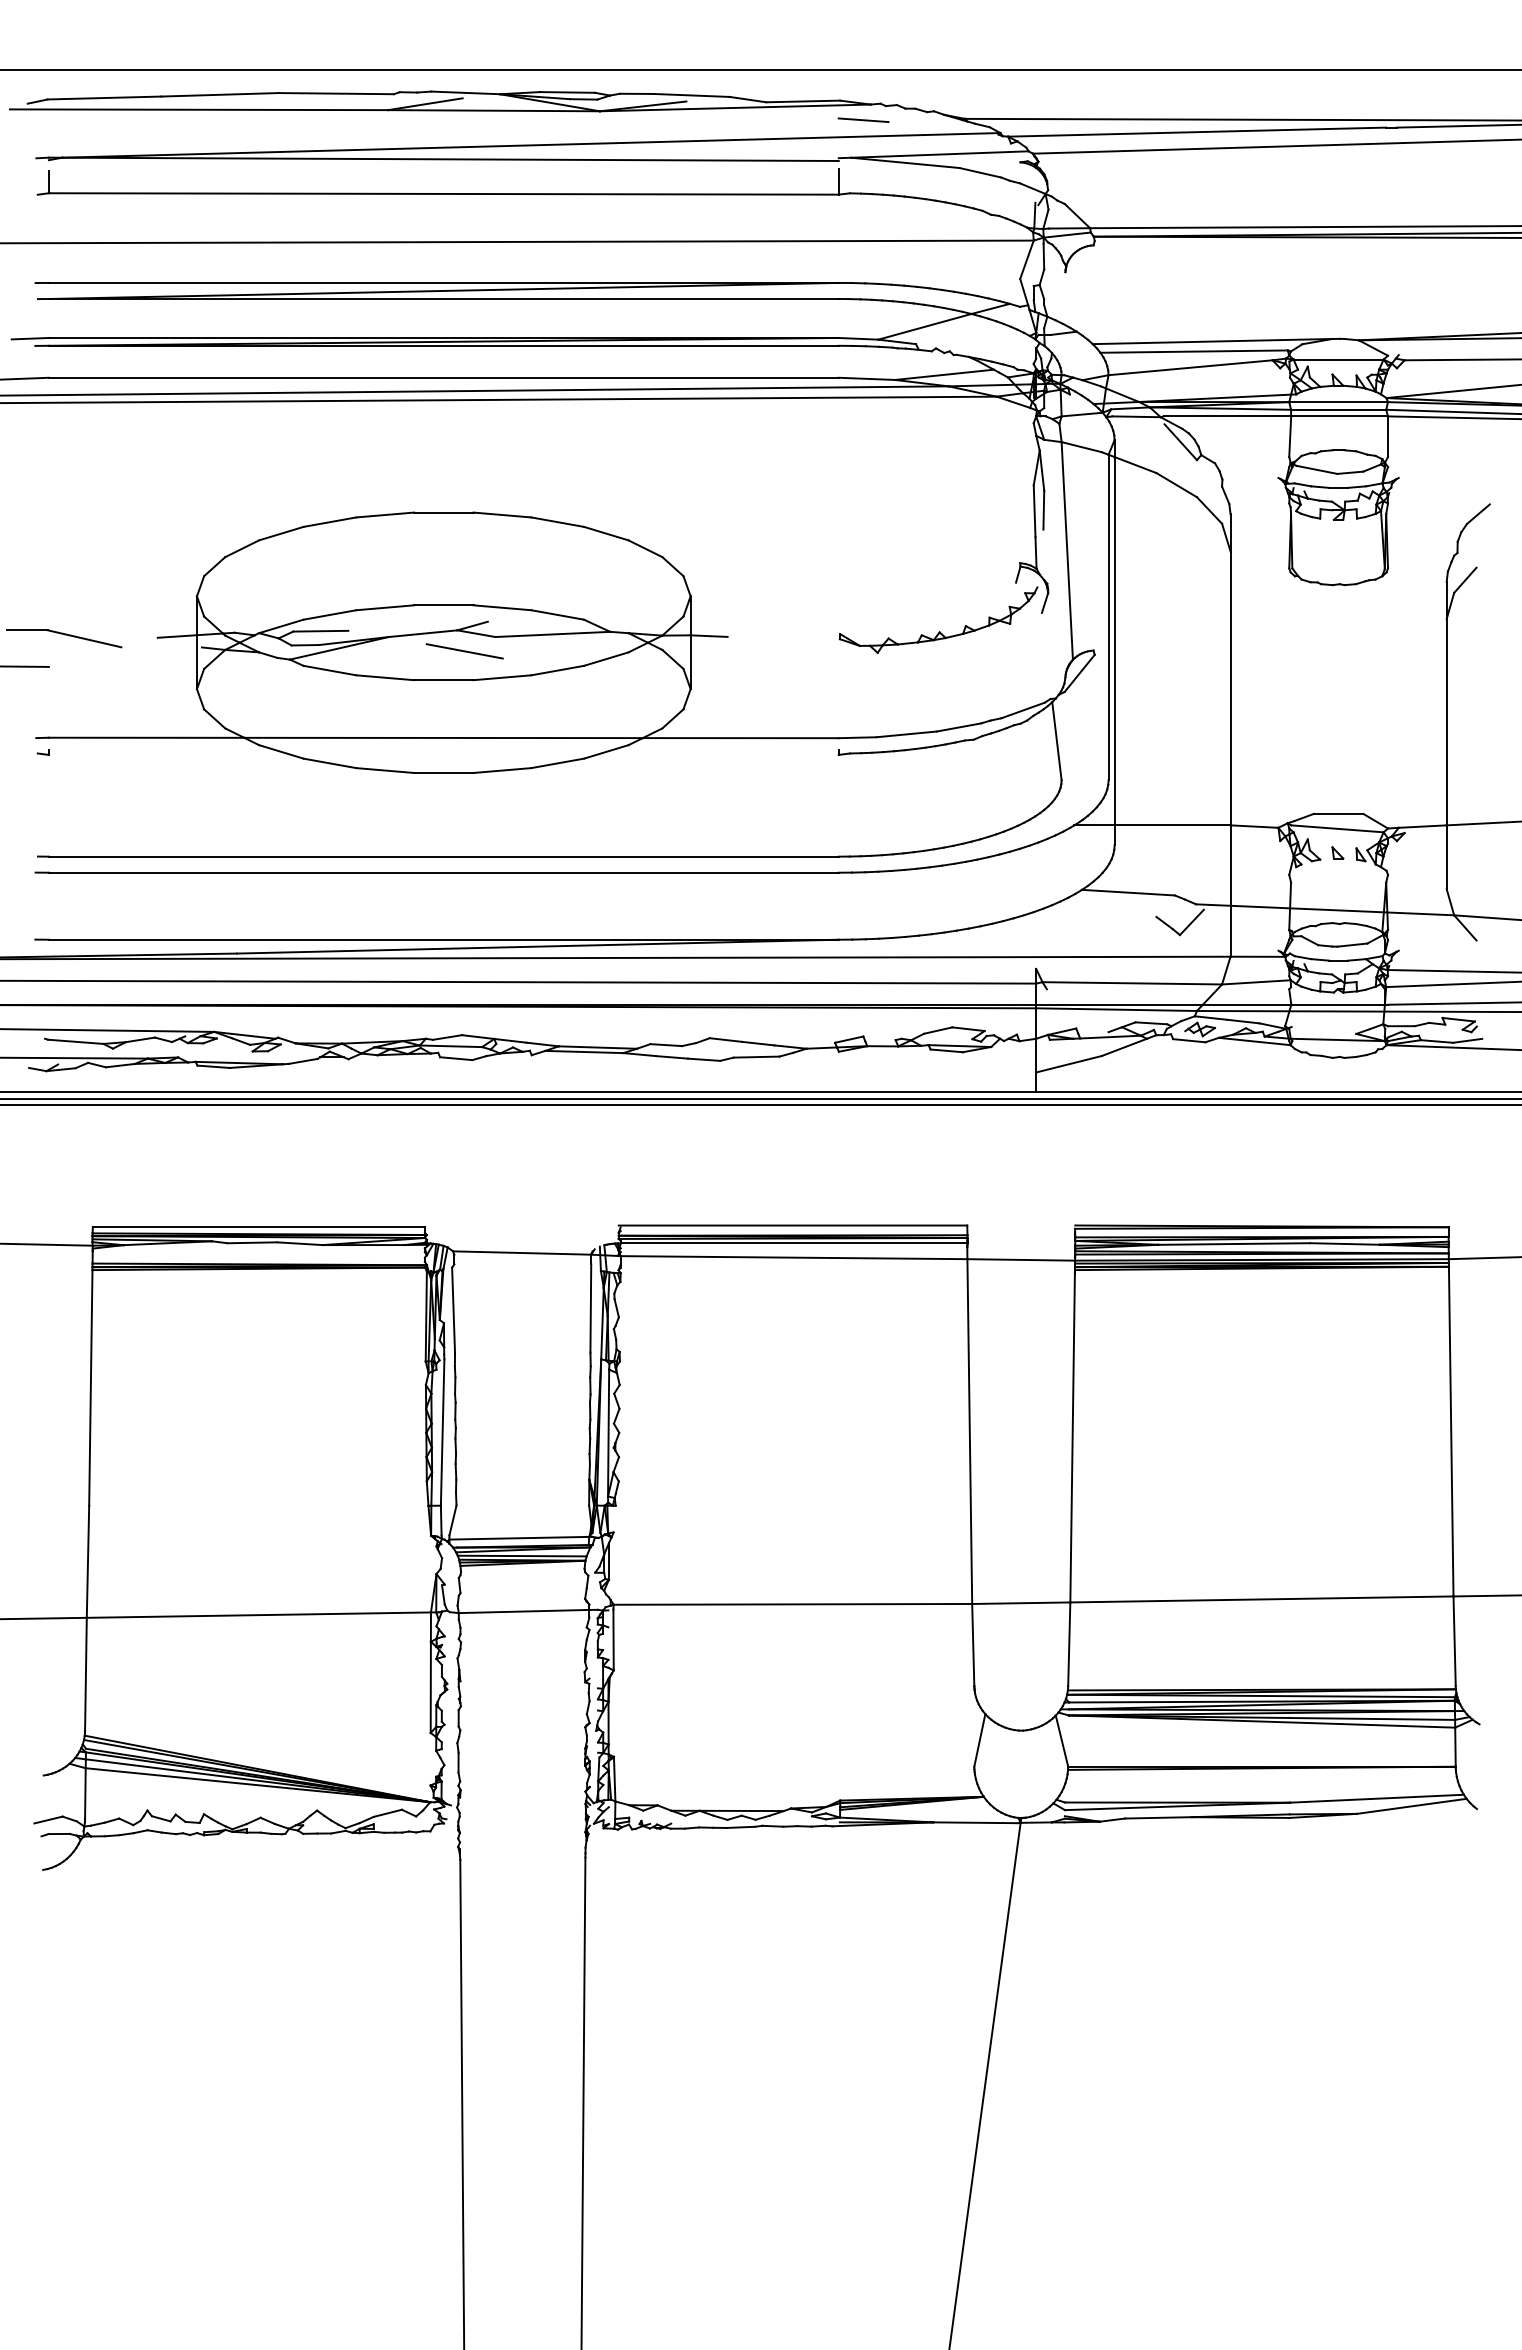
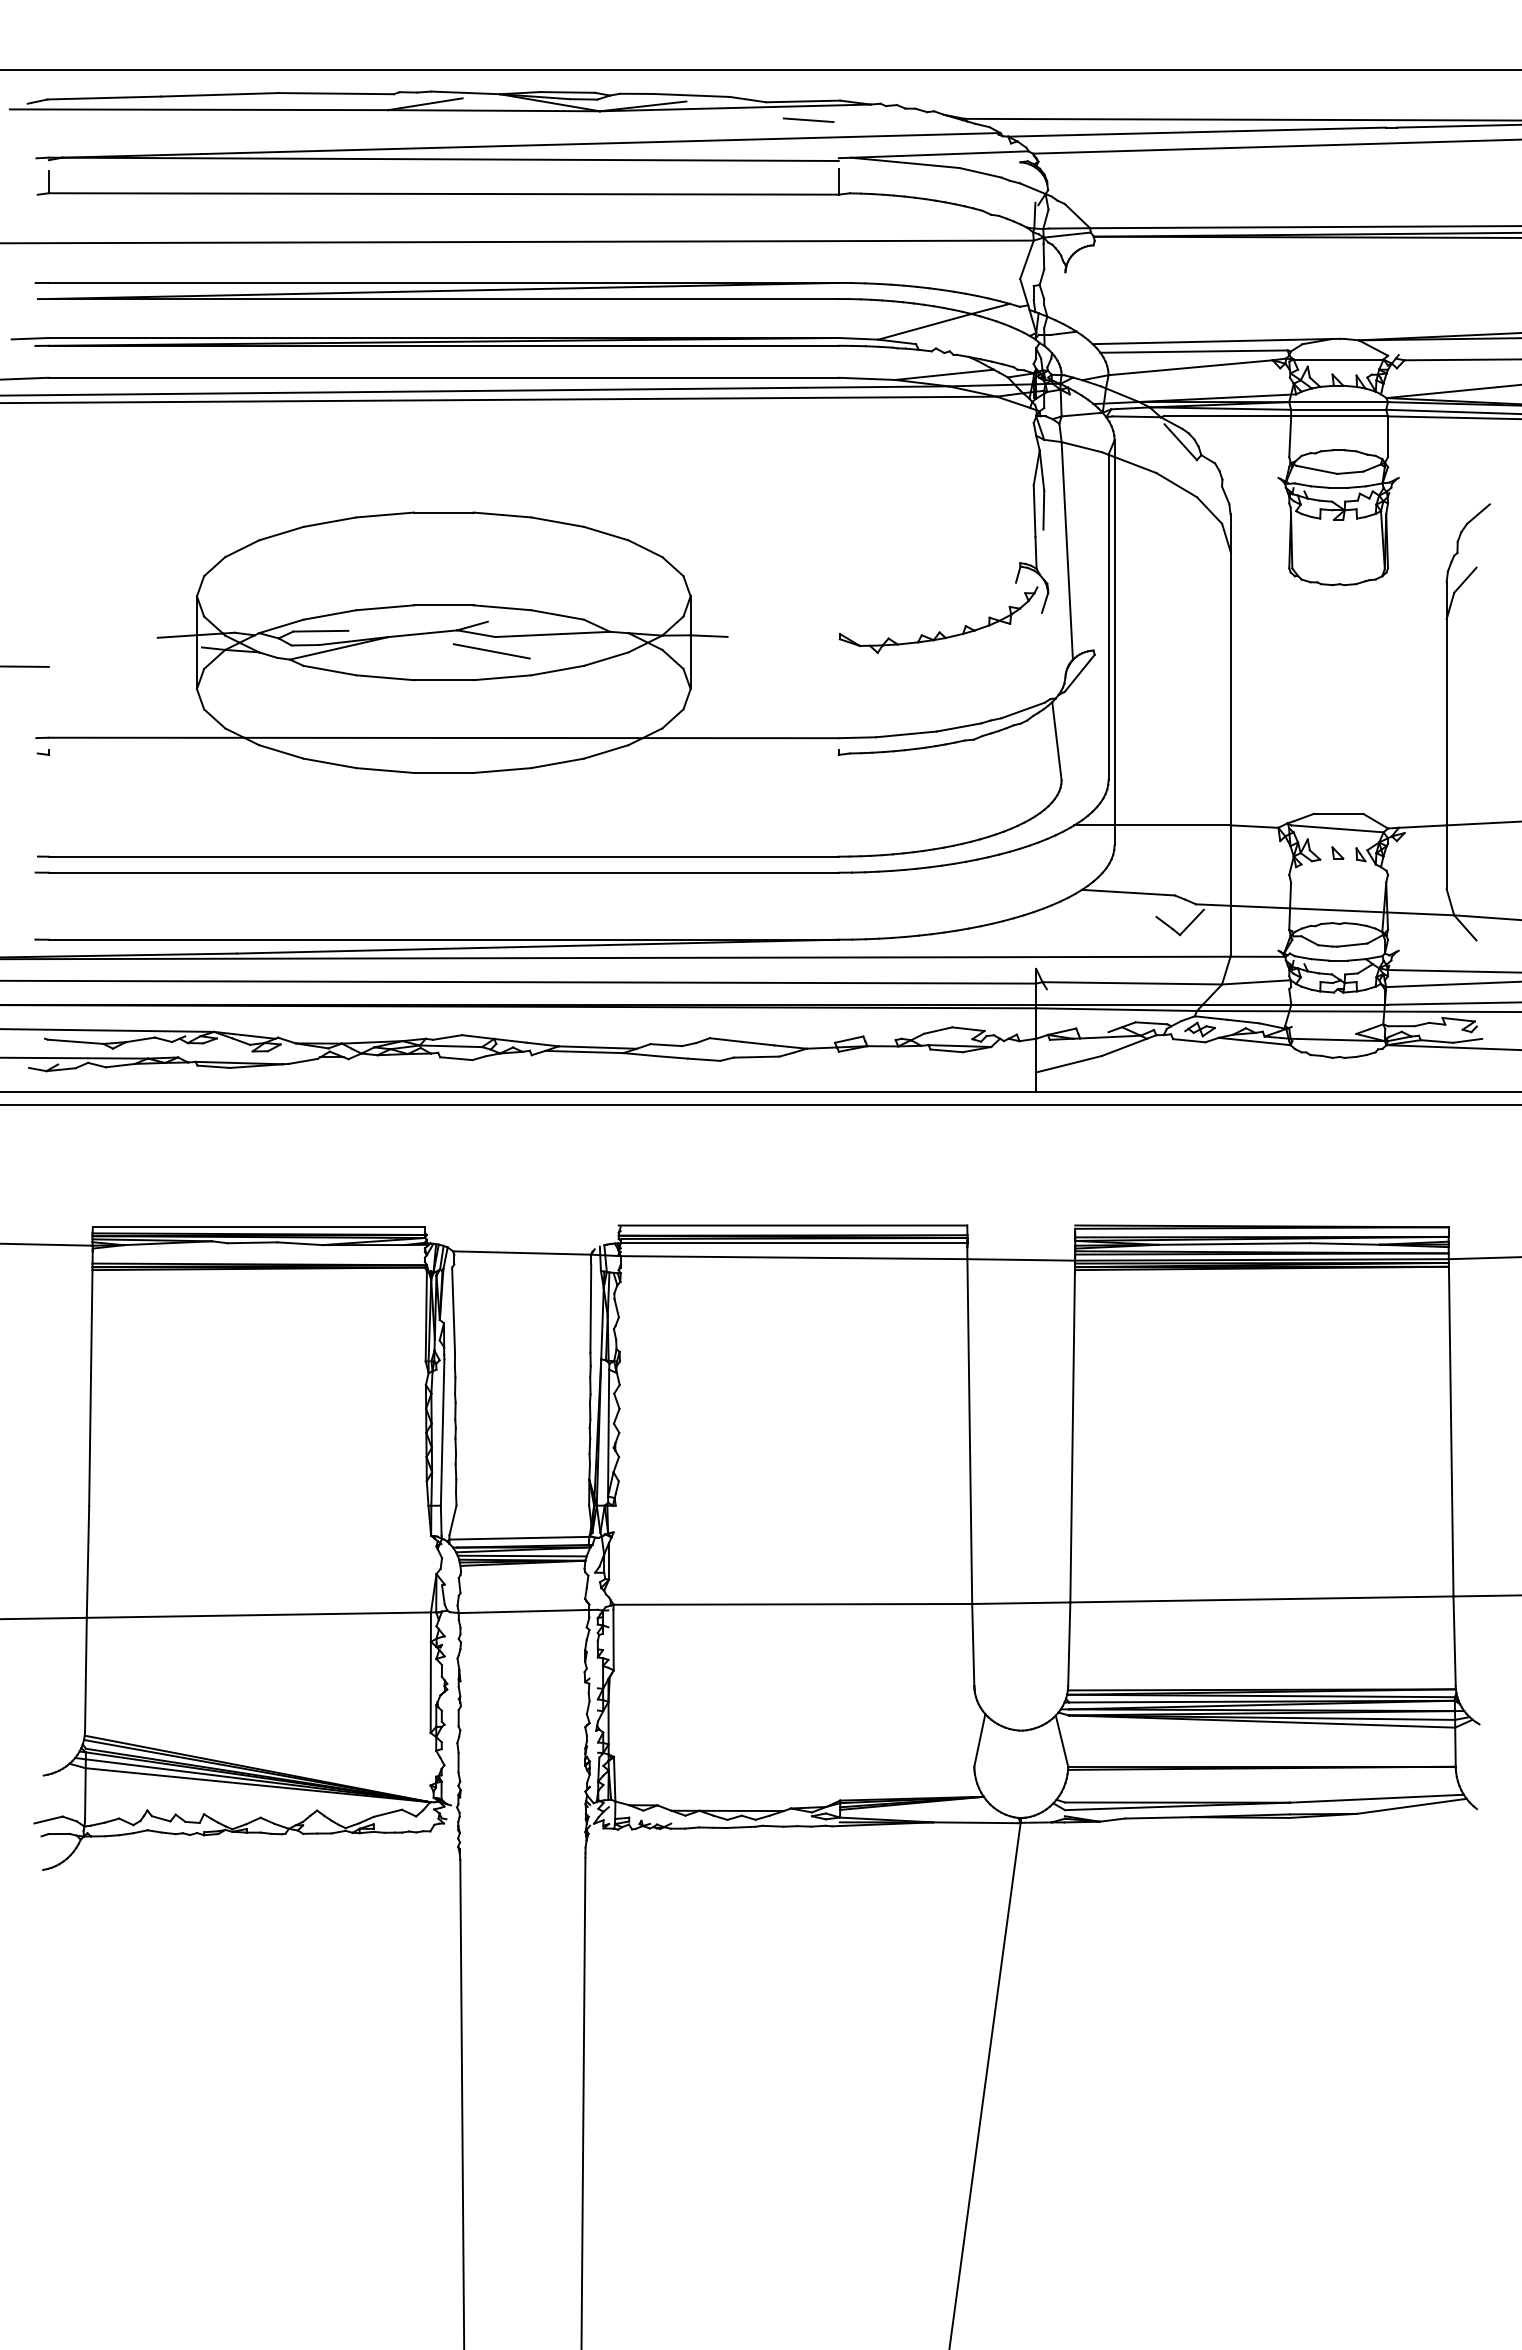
line at (863, 119) position: (863, 119) -> (808, 119)
part at (64, 638): present -> none
line at (464, 651) position: (464, 651) -> (491, 651)
line at (760, 1099): present -> none
